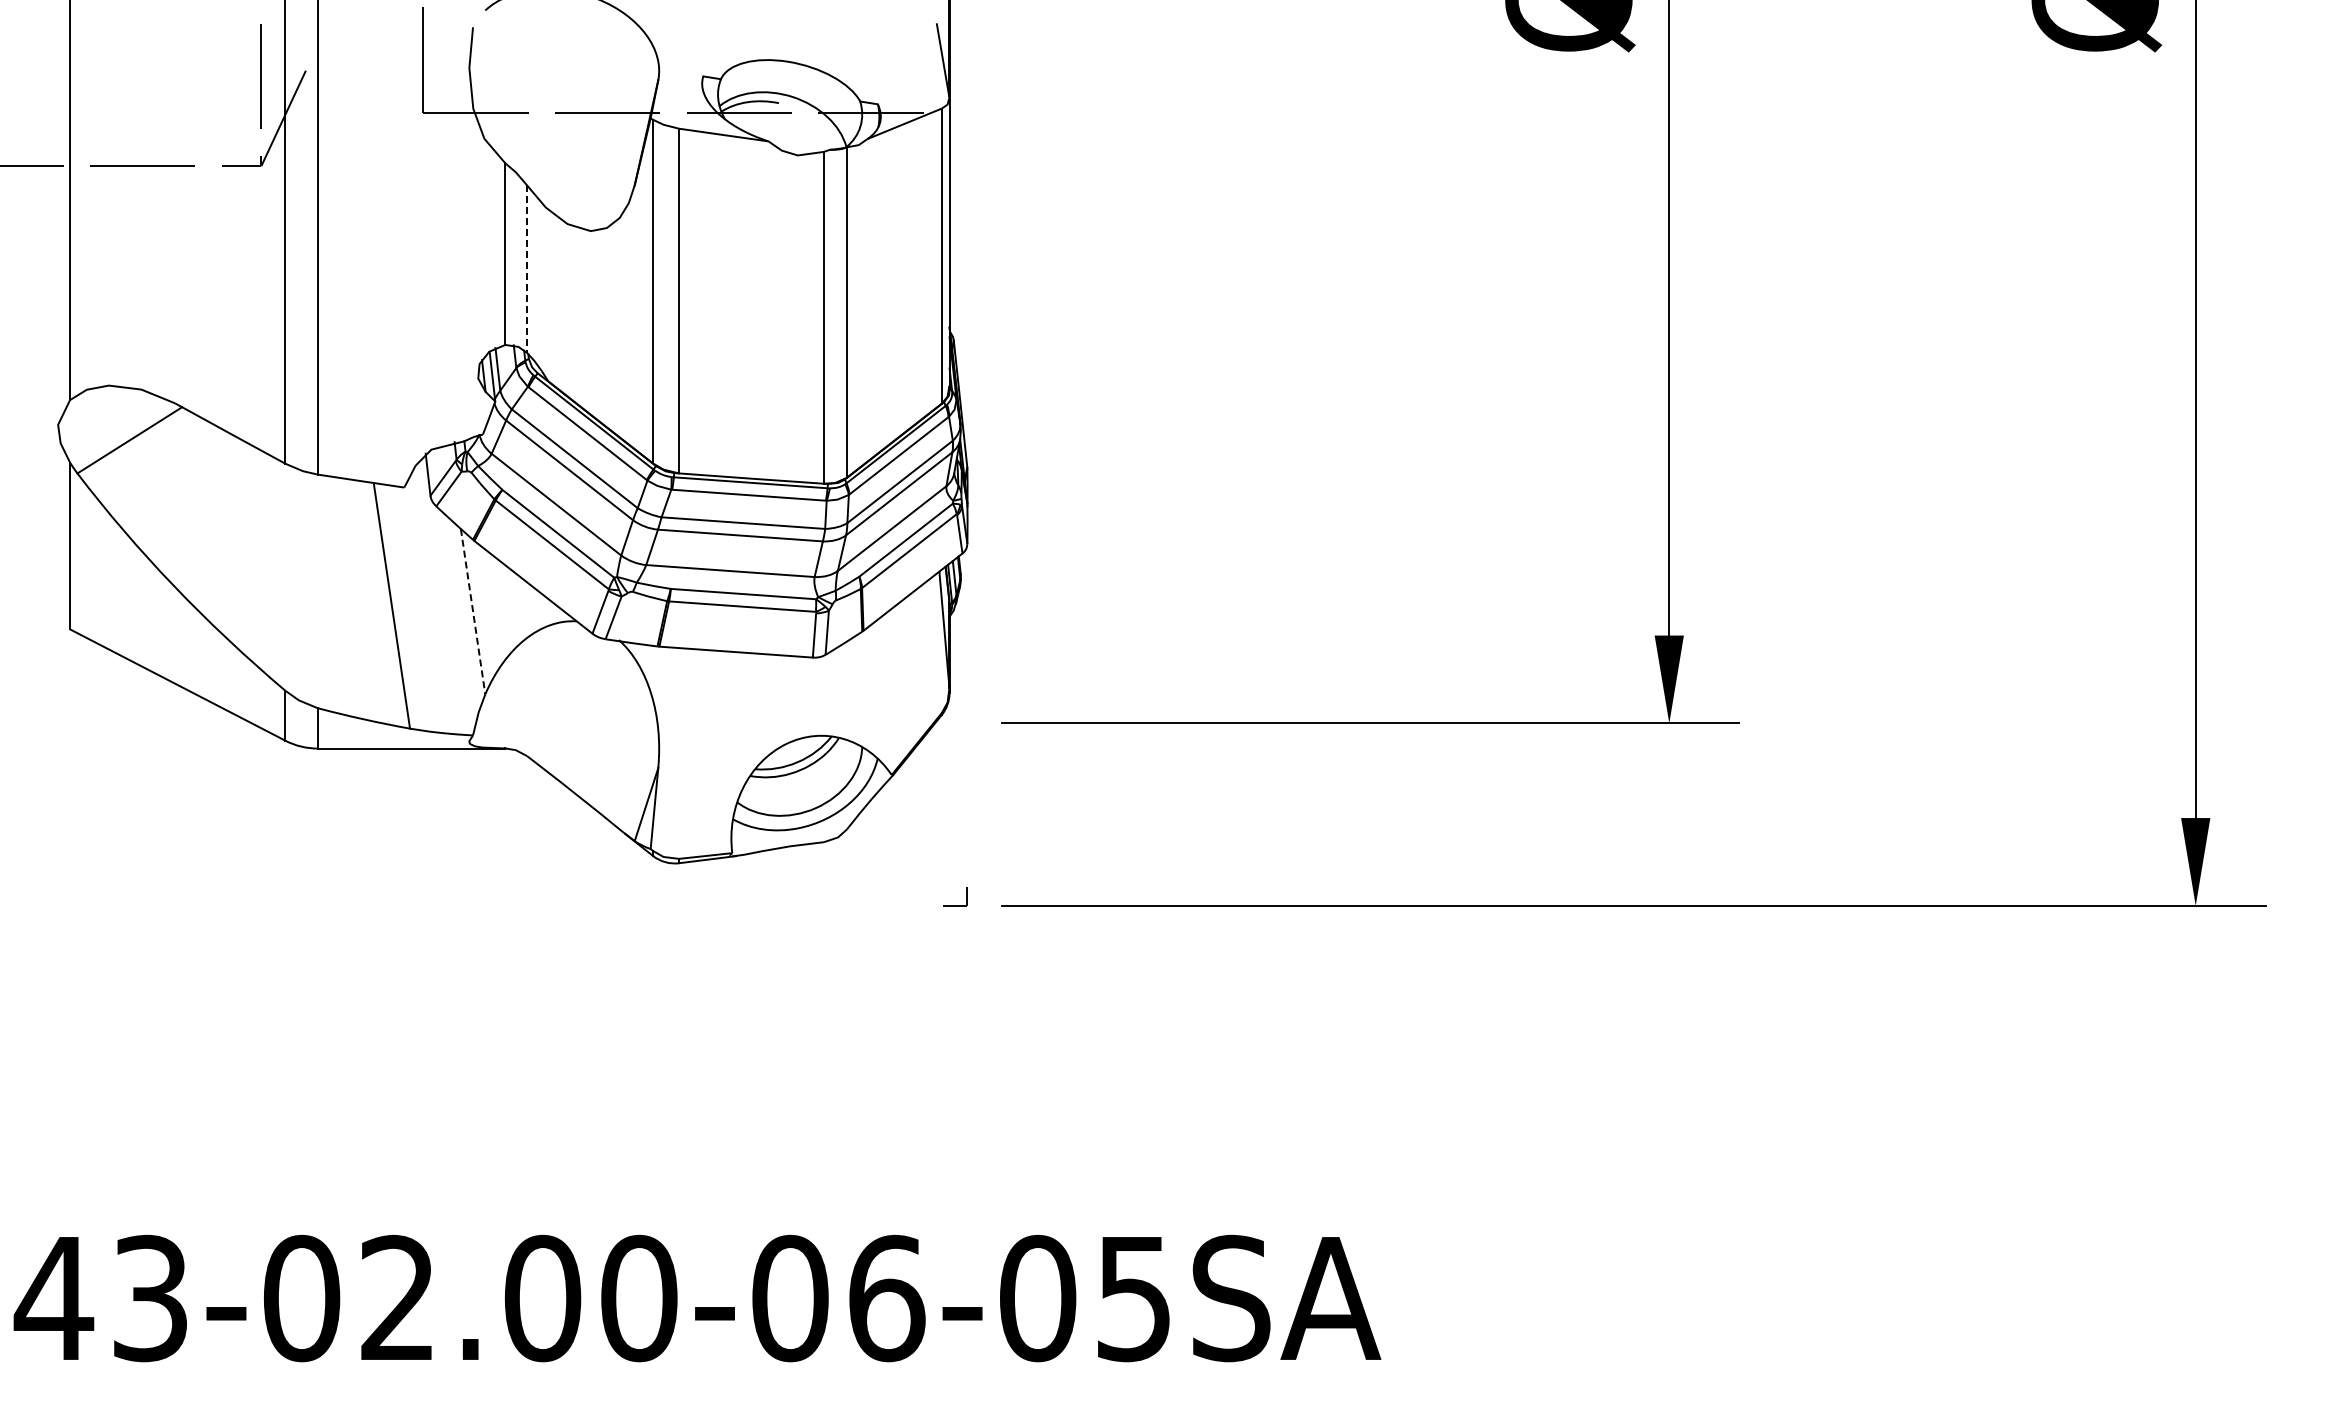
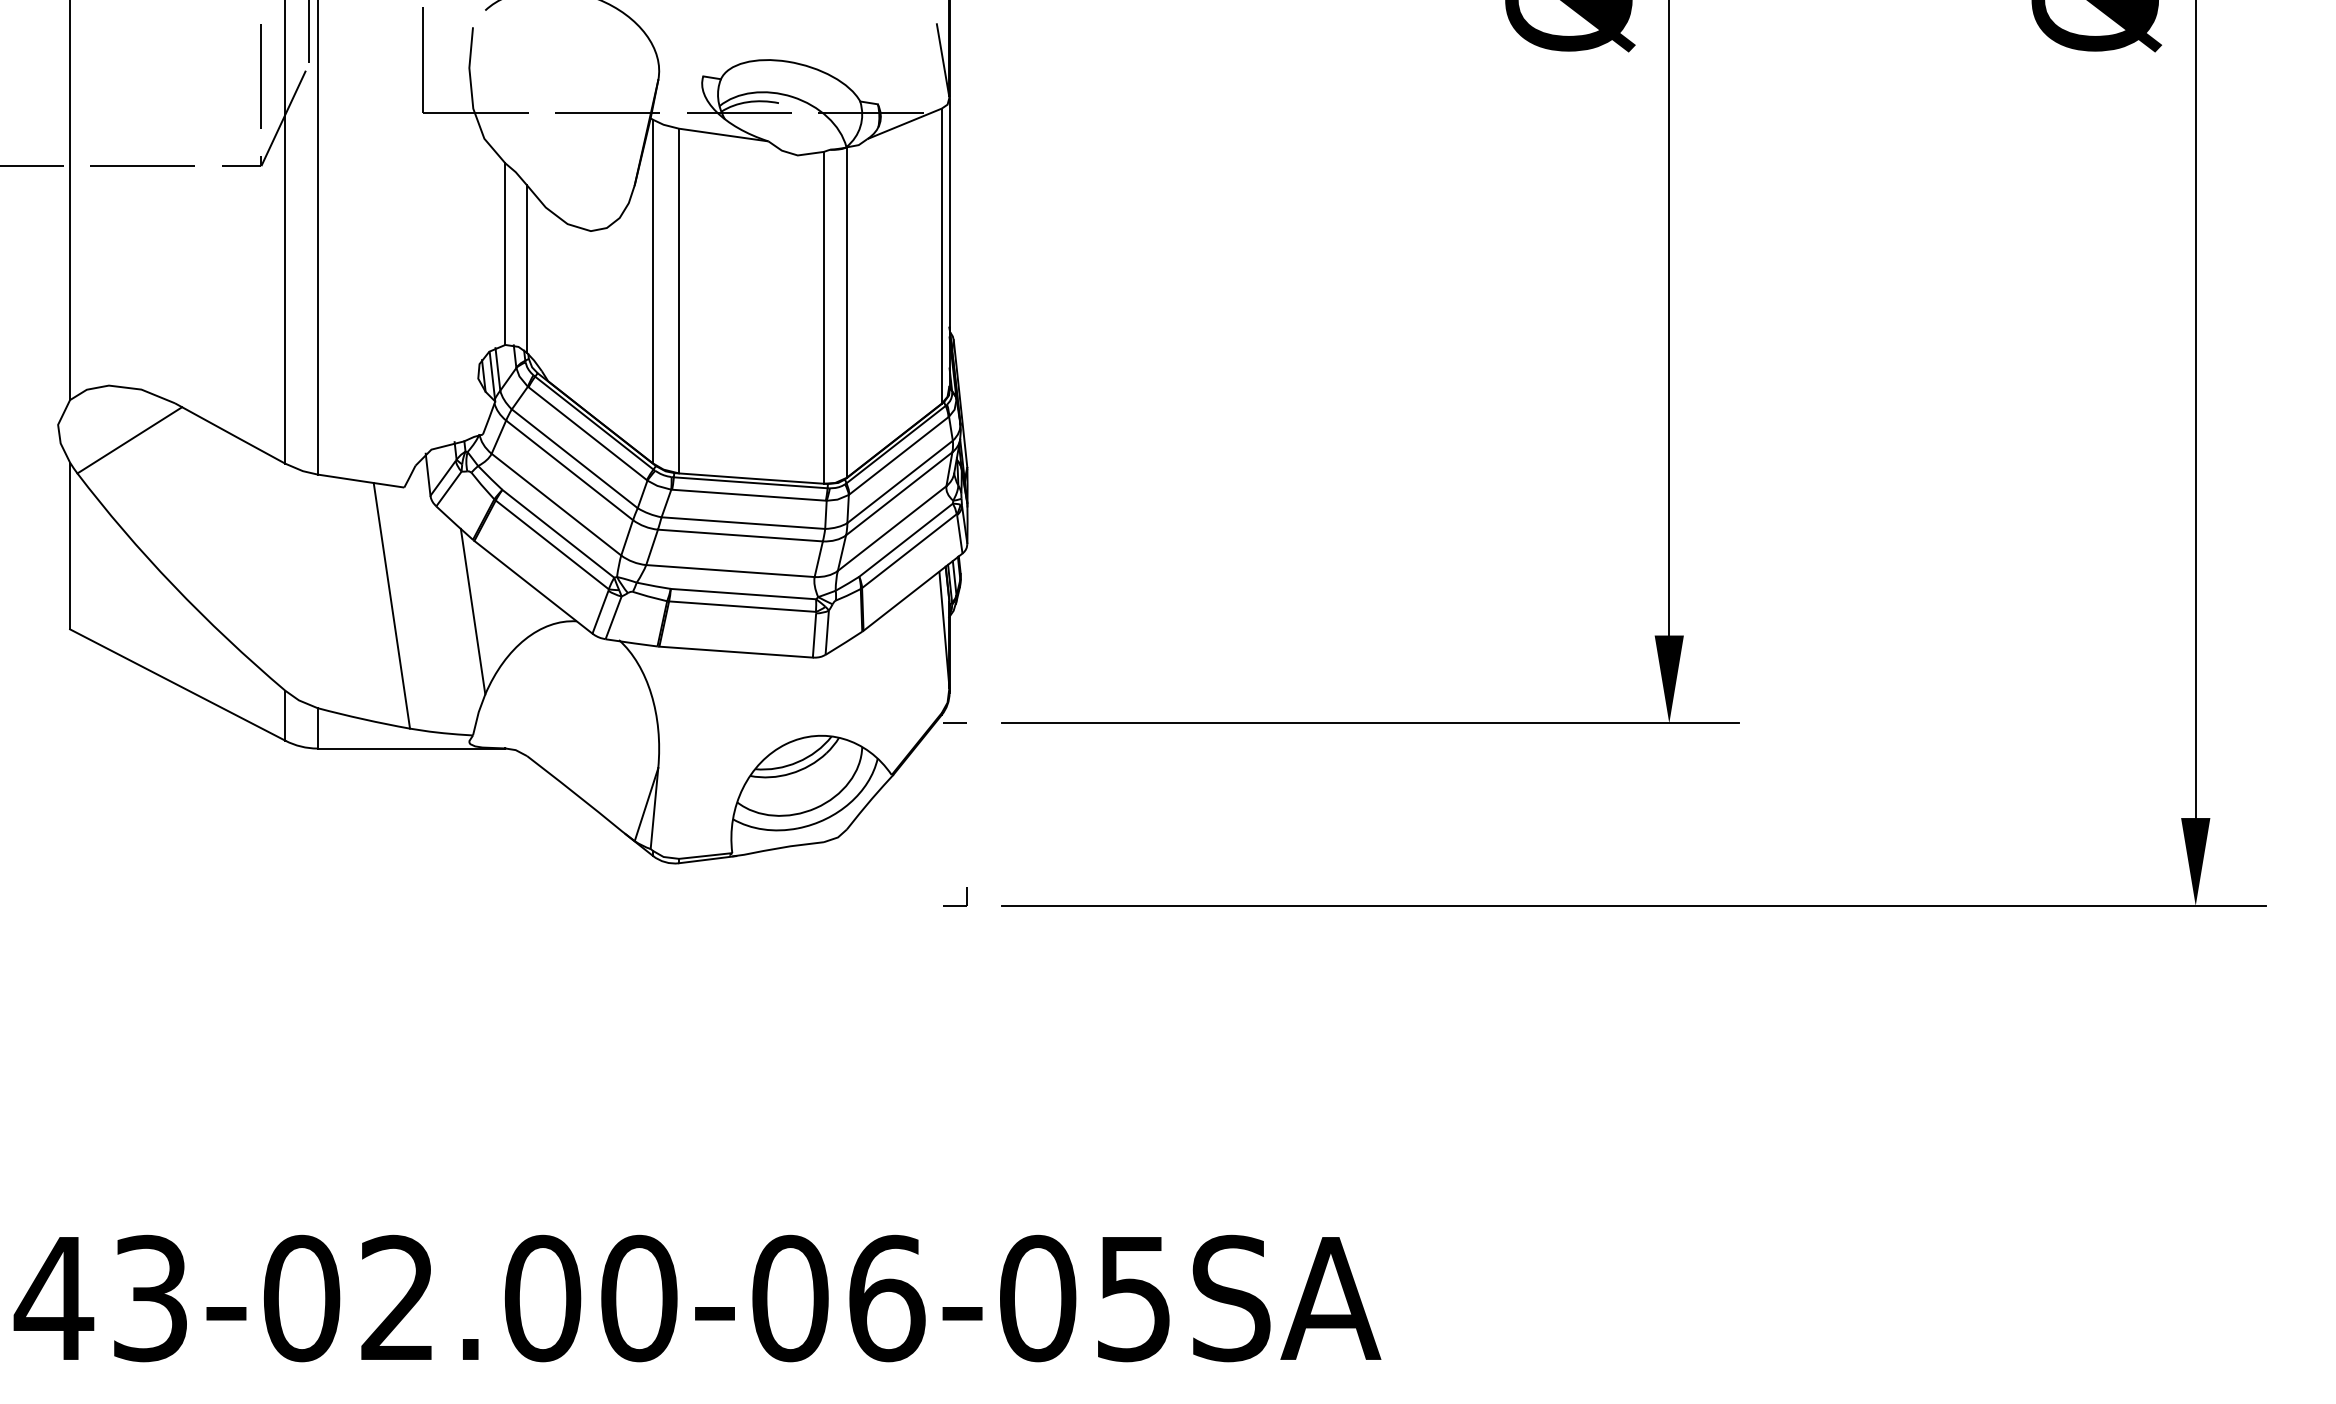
line at (309, 32): none -> present
line at (527, 269): dashed -> solid
line at (473, 611): dashed -> solid
line at (955, 723): none -> present
